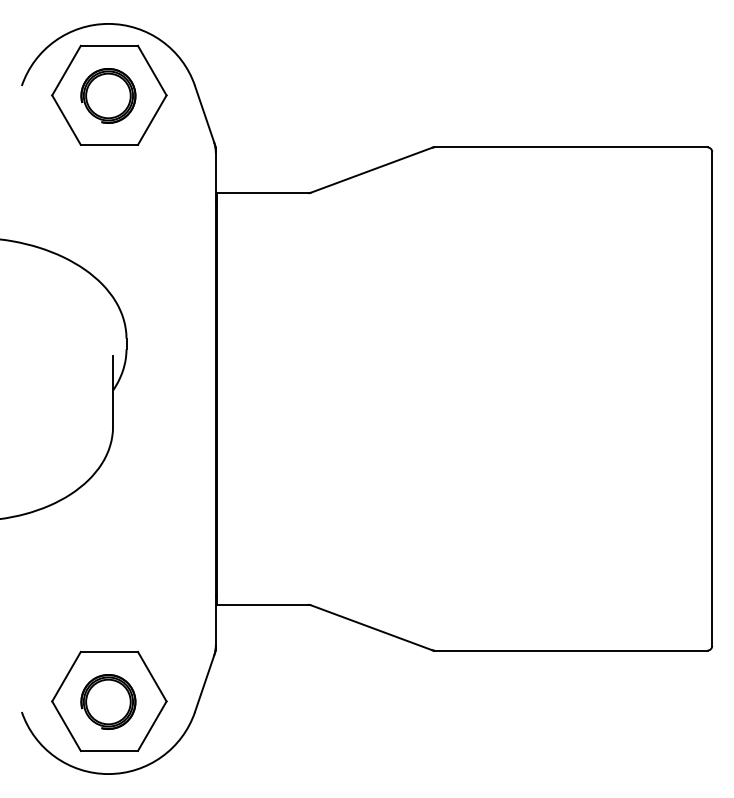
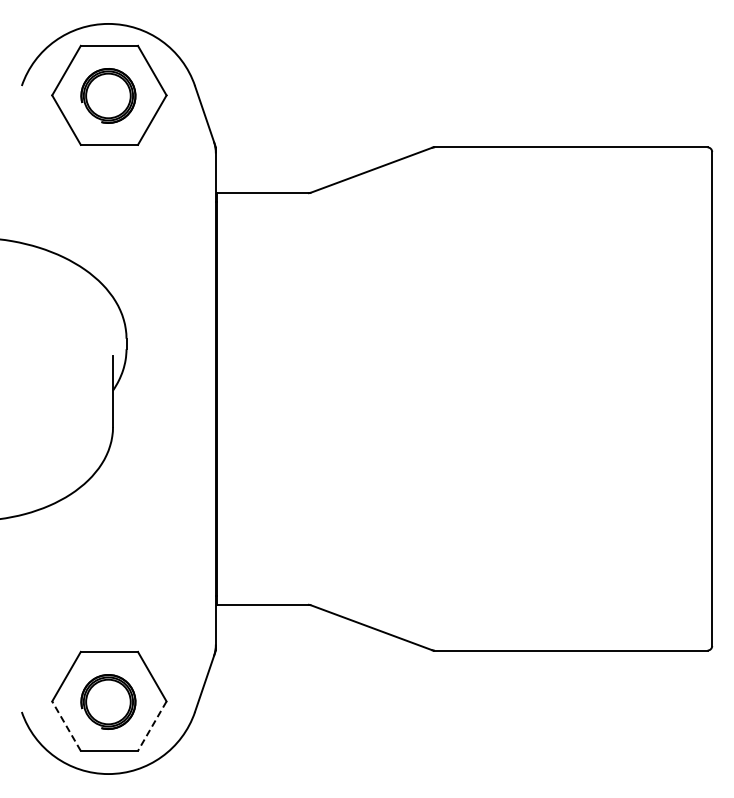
line at (66, 726): solid -> dashed
line at (152, 726): solid -> dashed
